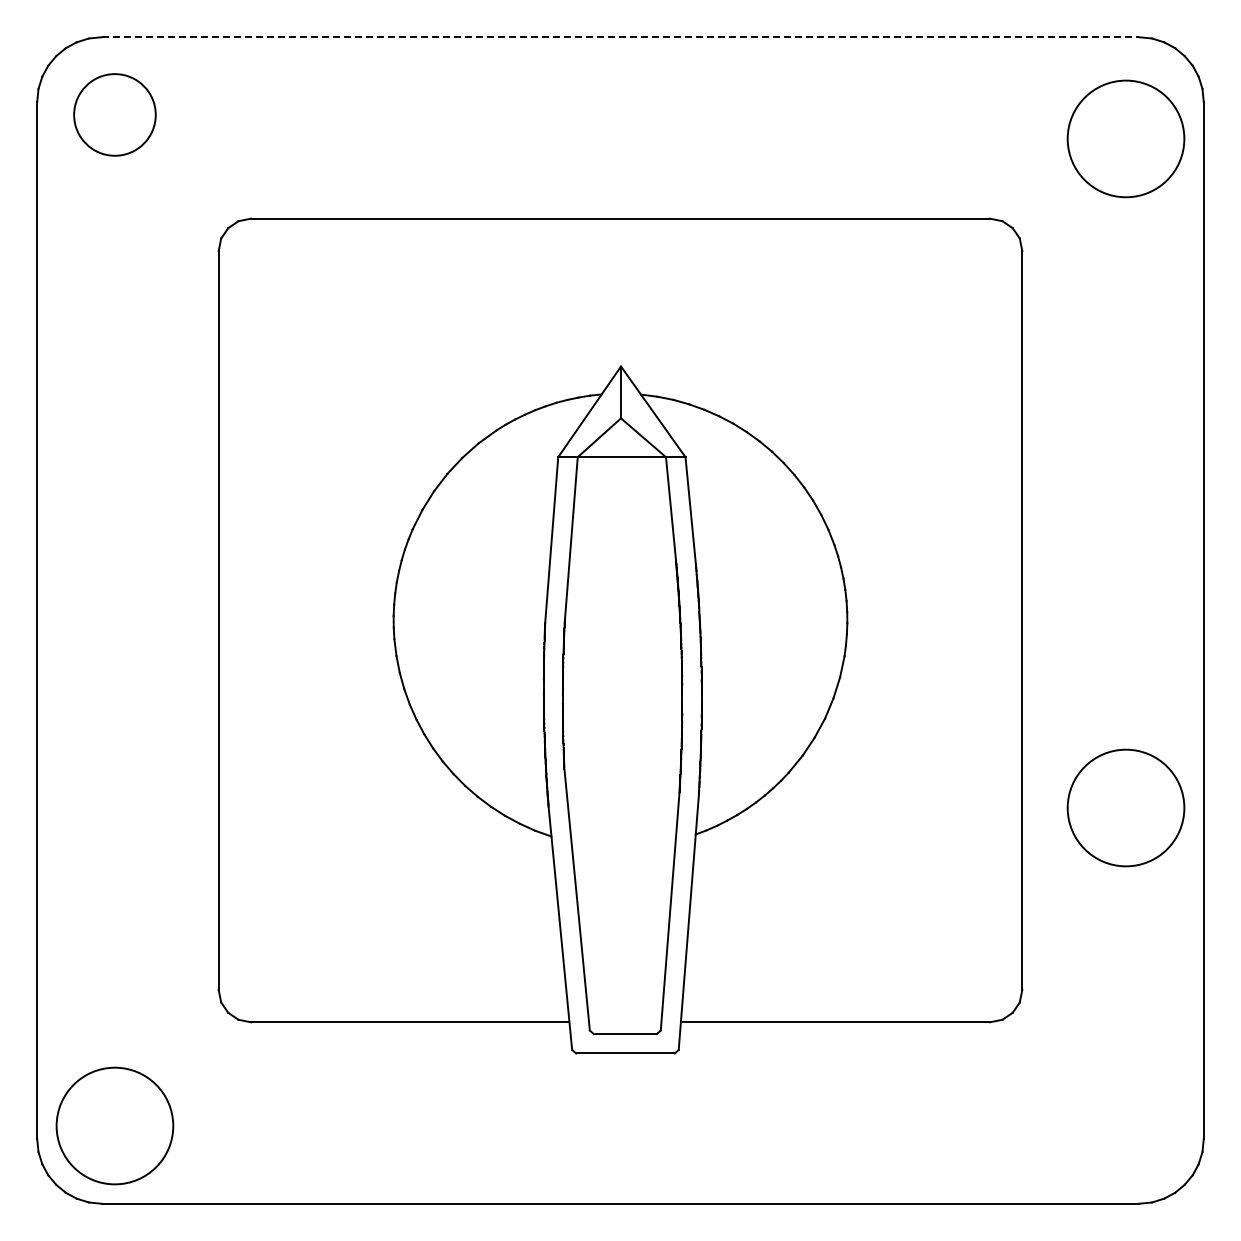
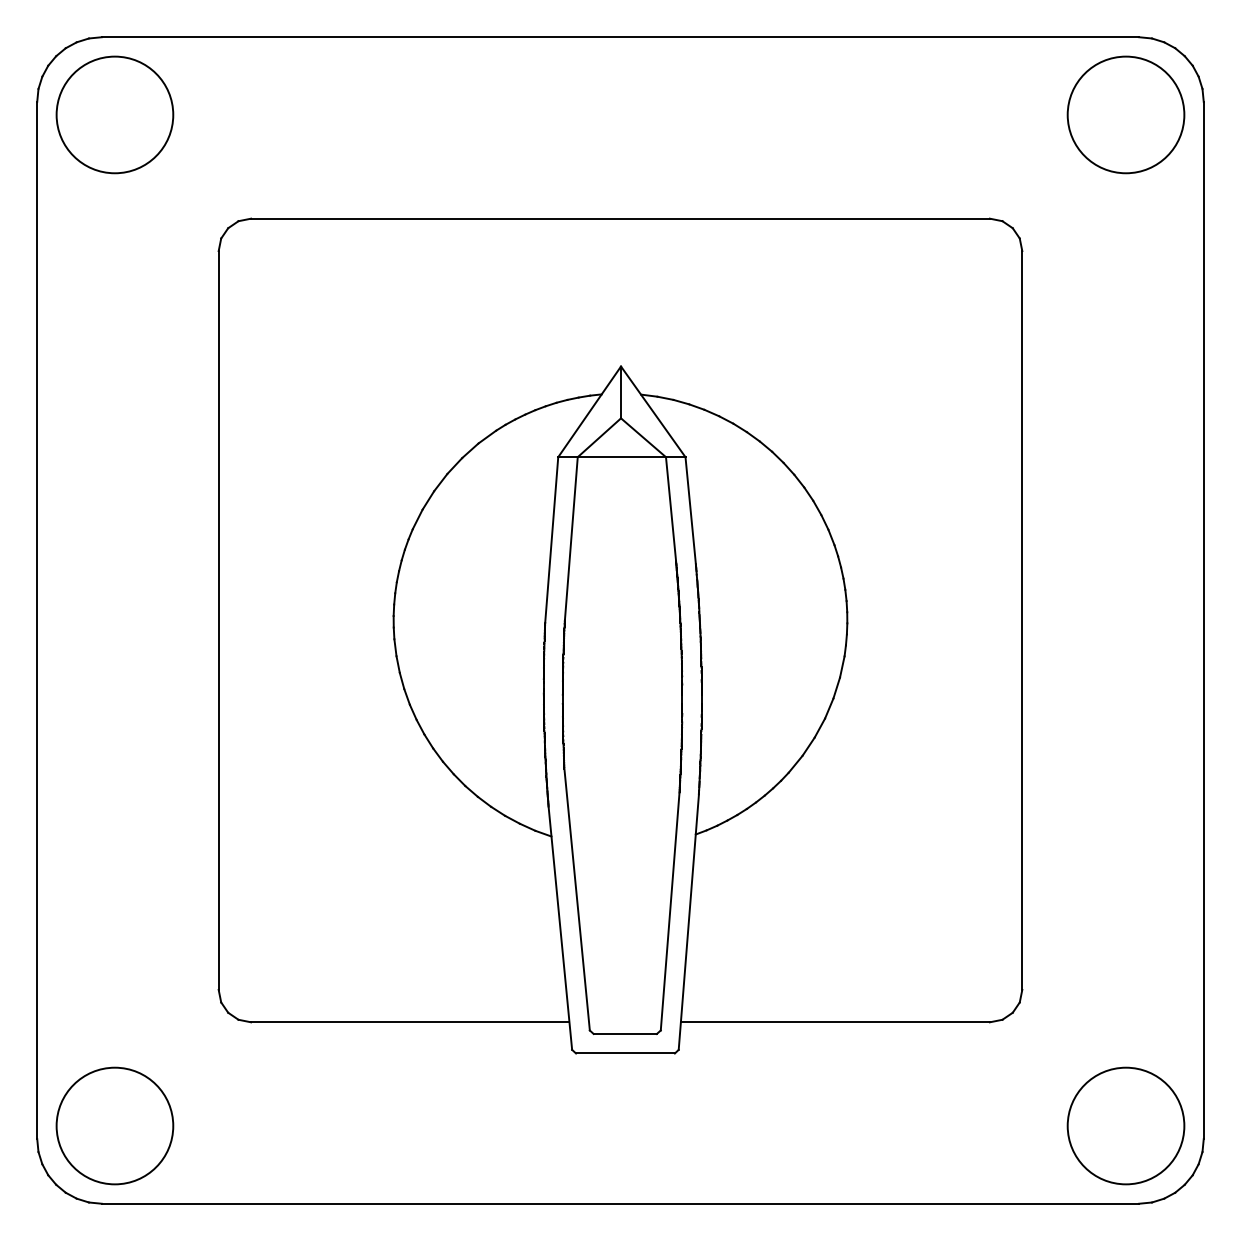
line at (620, 37): dashed -> solid
circle at (114, 114) diameter: 82 px -> 117 px
circle at (1125, 138) position: (1125, 138) -> (1125, 114)
circle at (1125, 807) position: (1125, 807) -> (1125, 1125)
